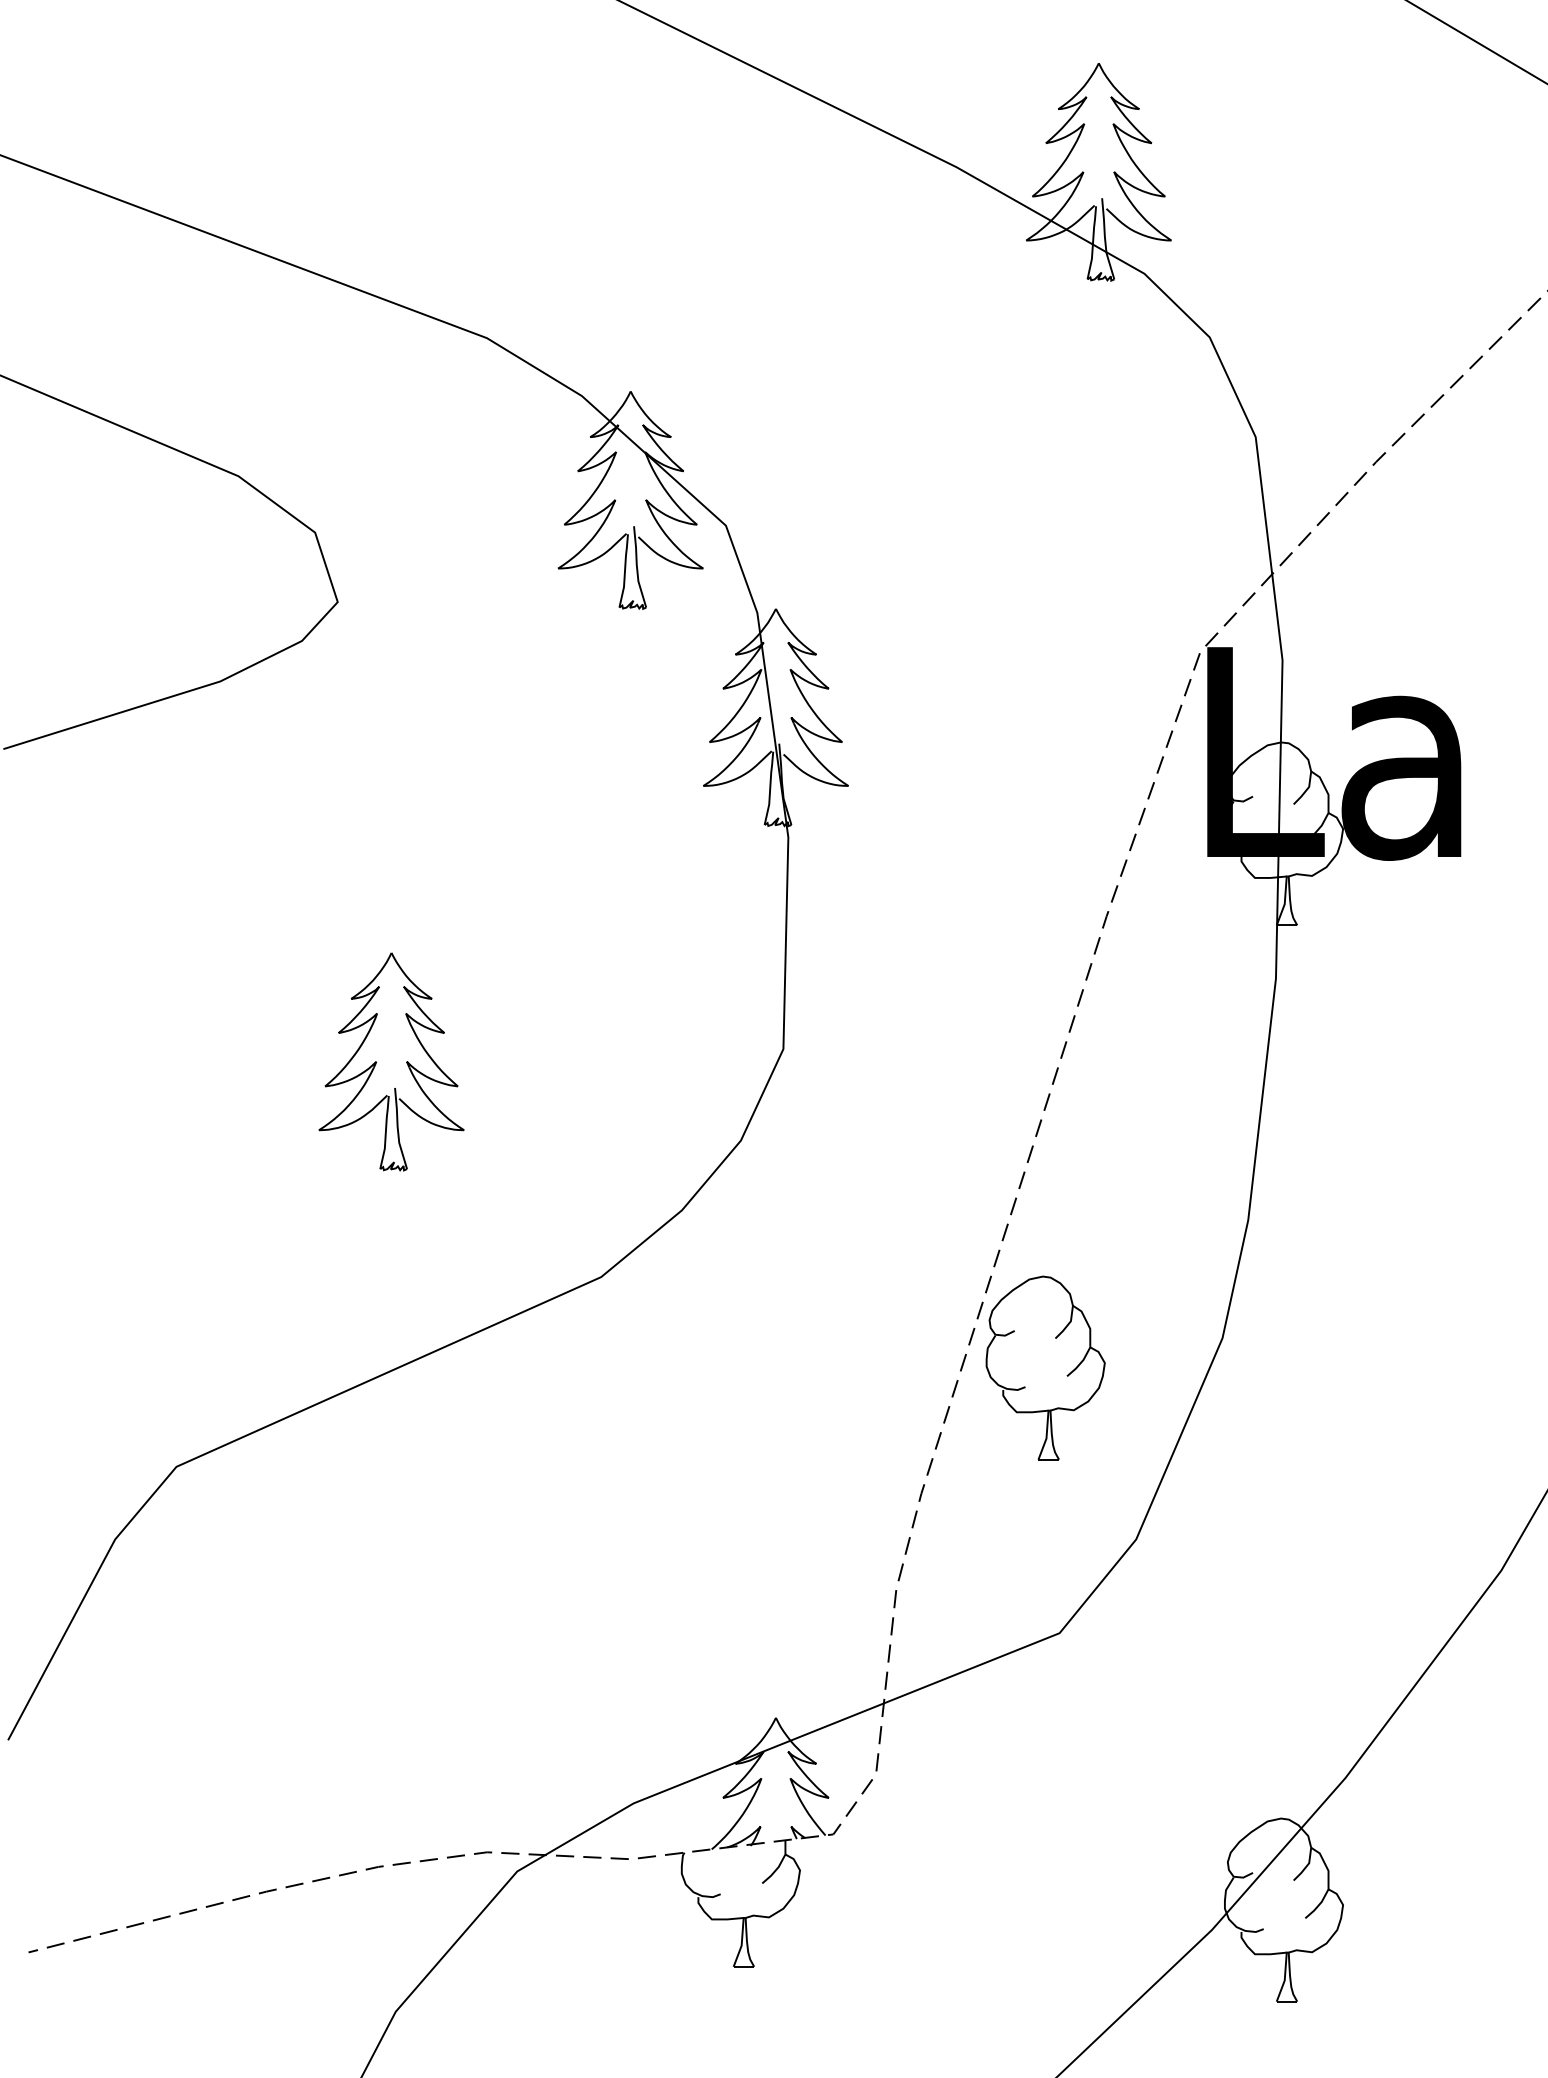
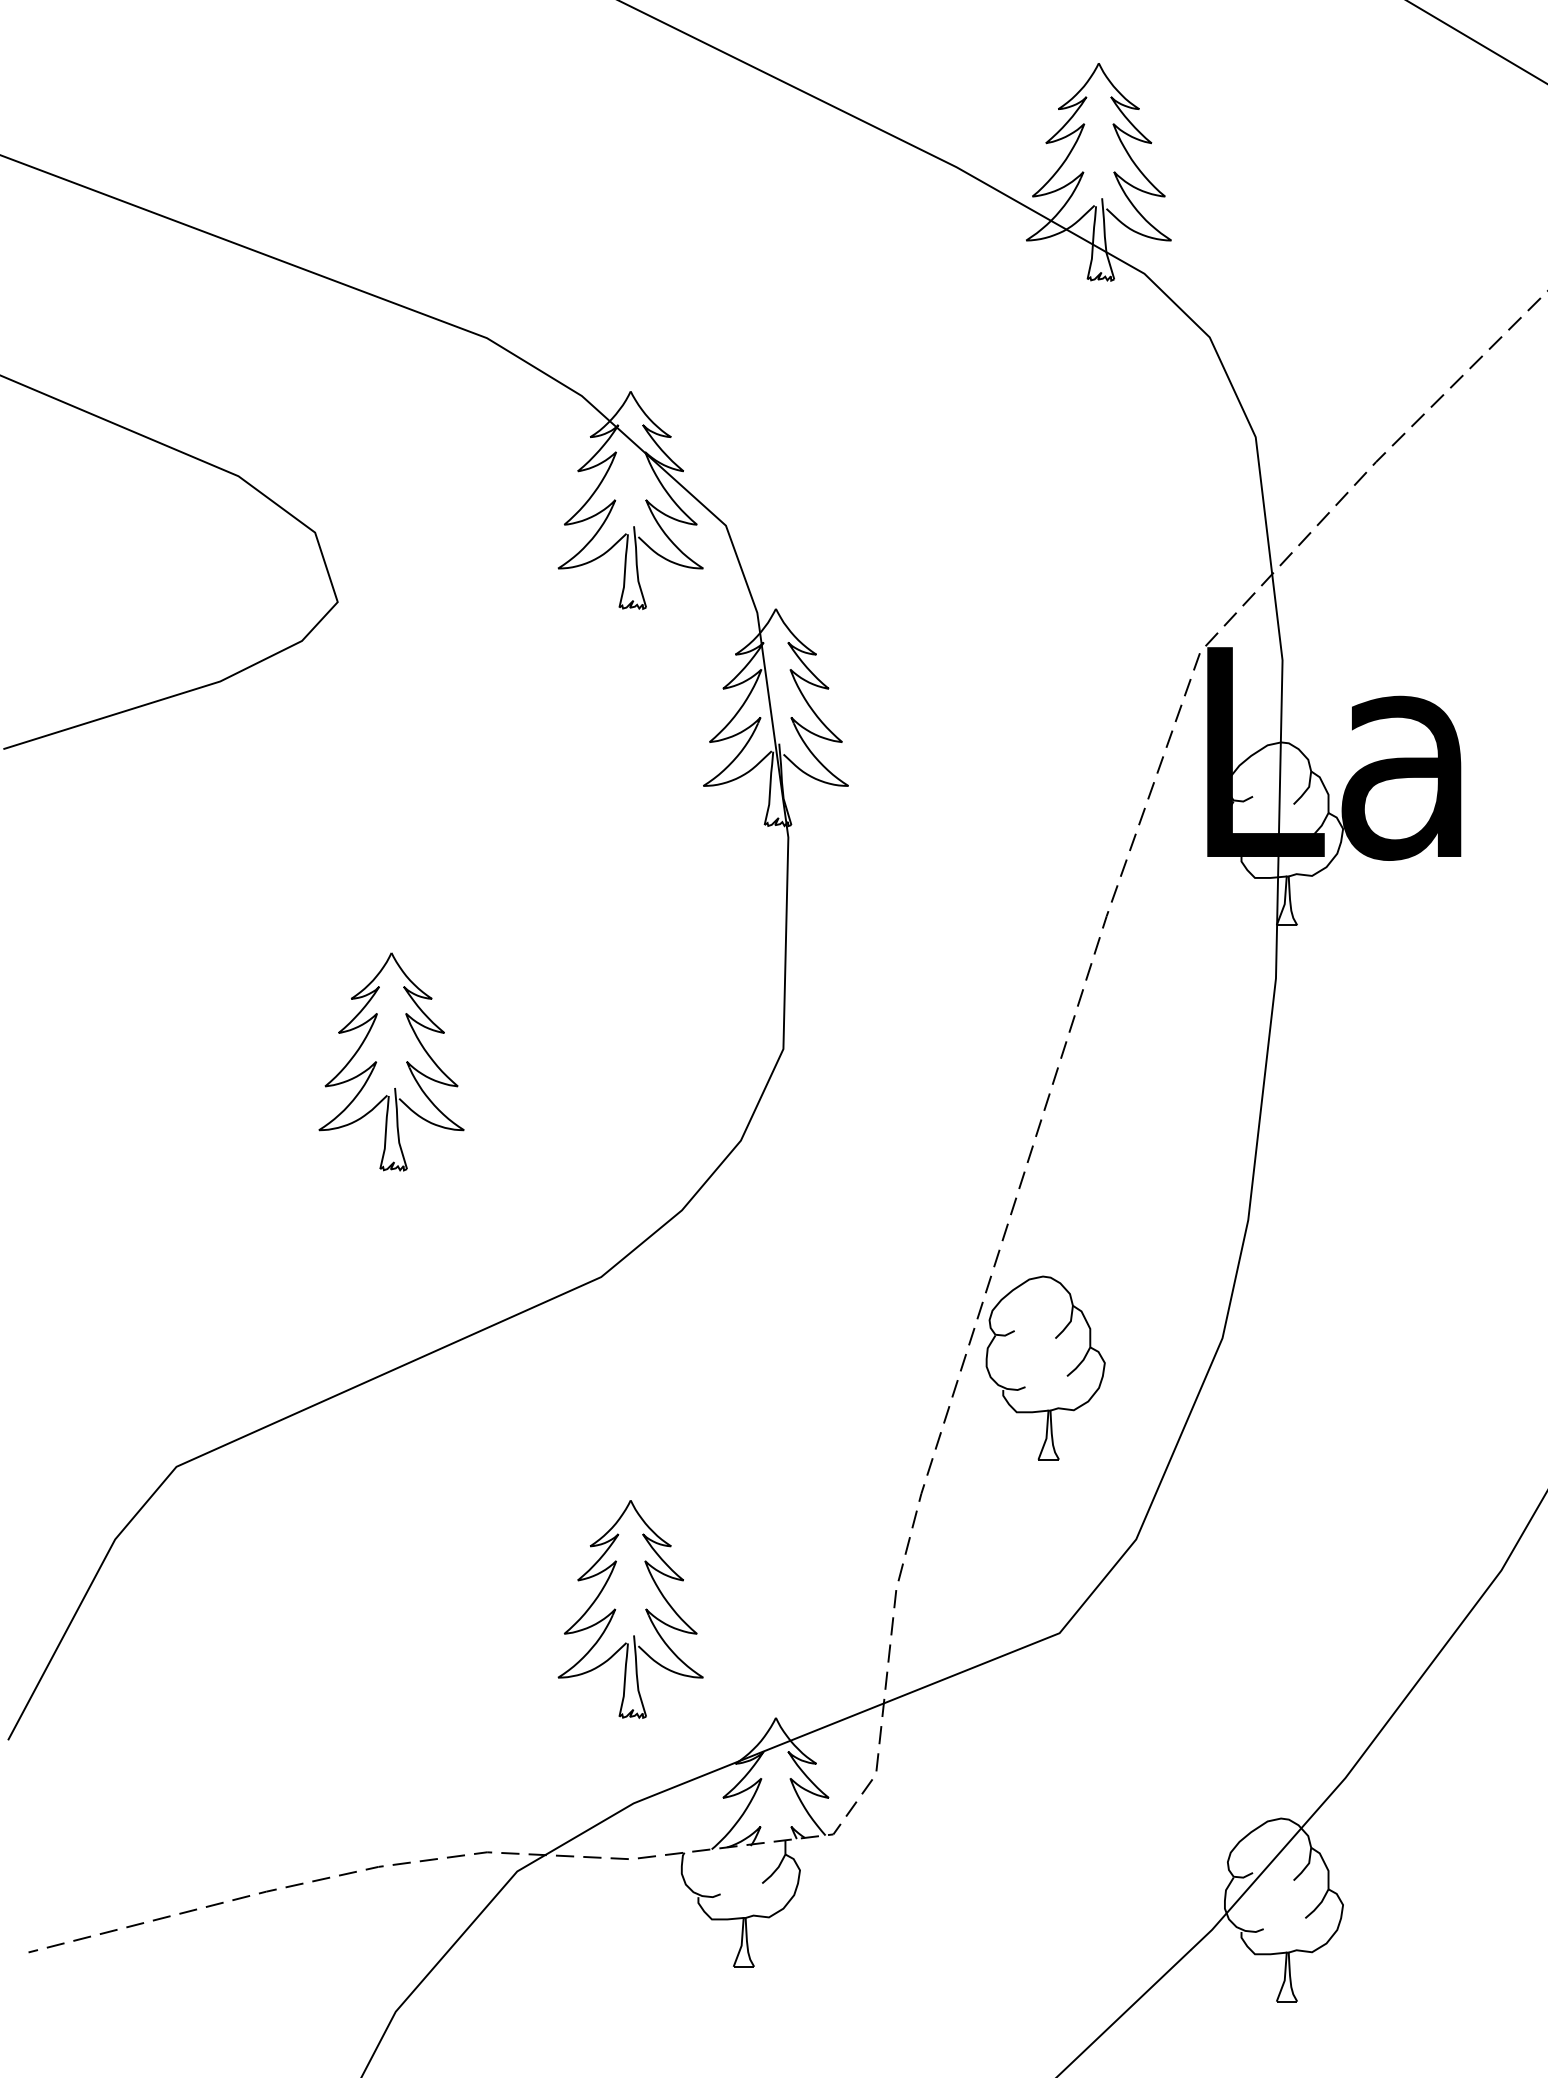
part at (616, 1609): none -> present
